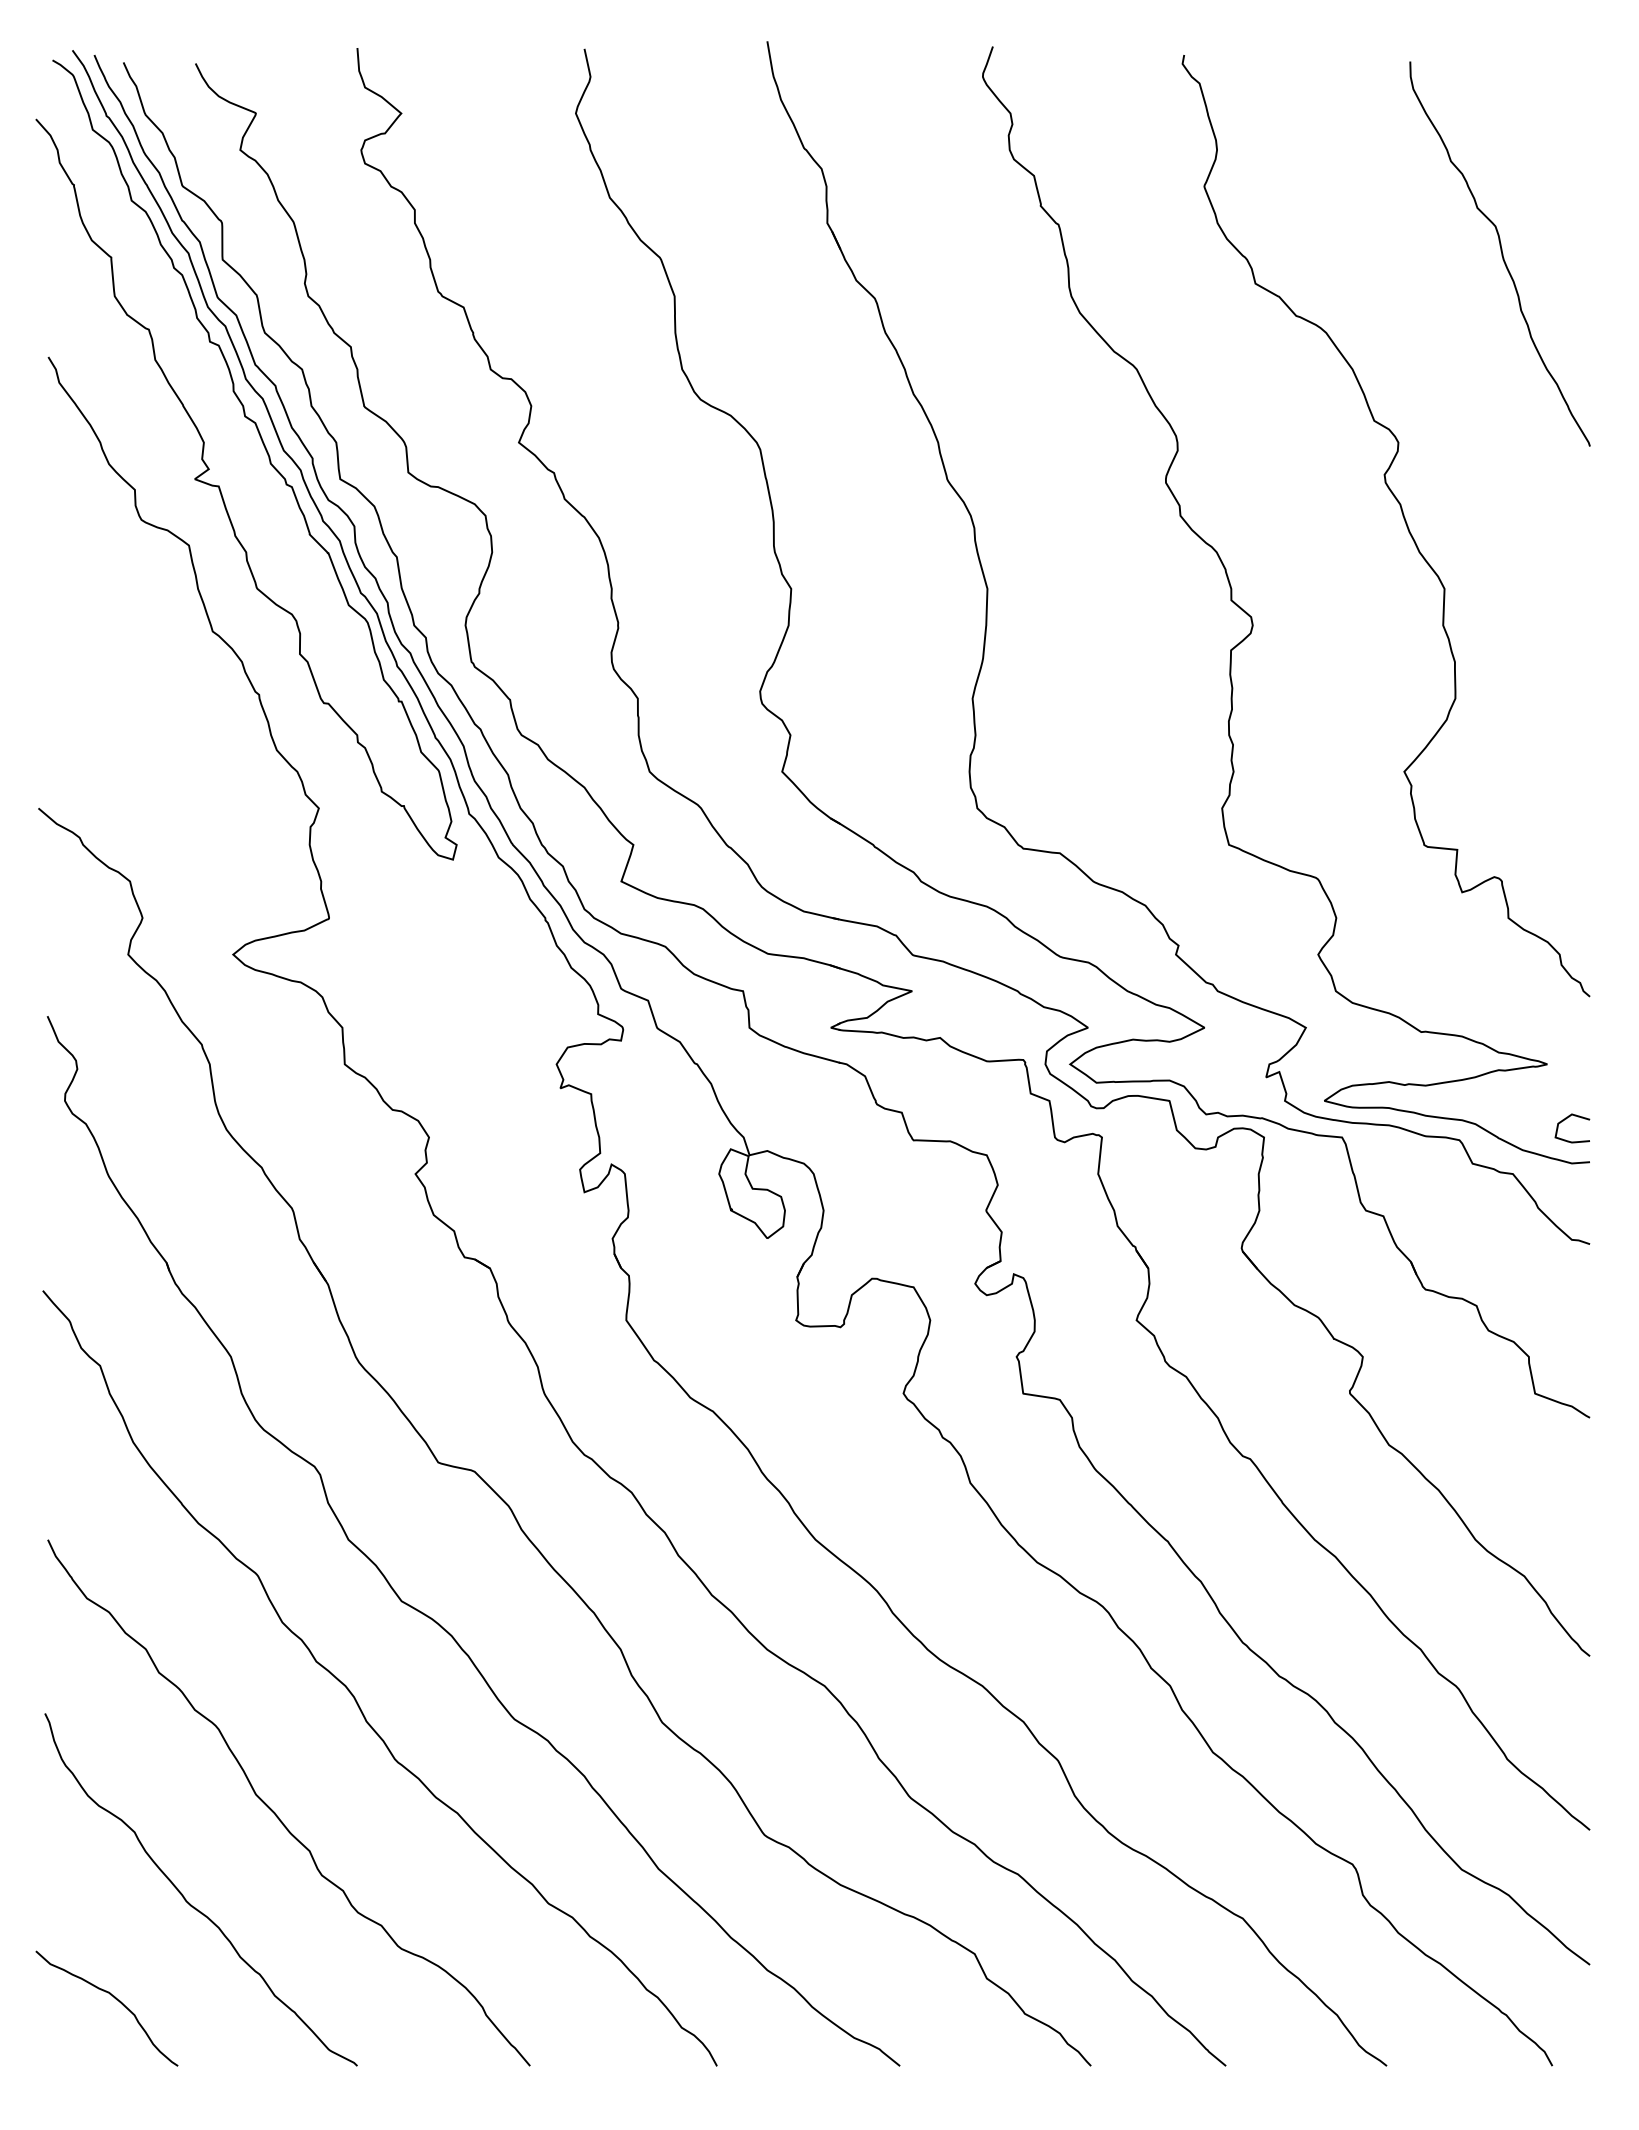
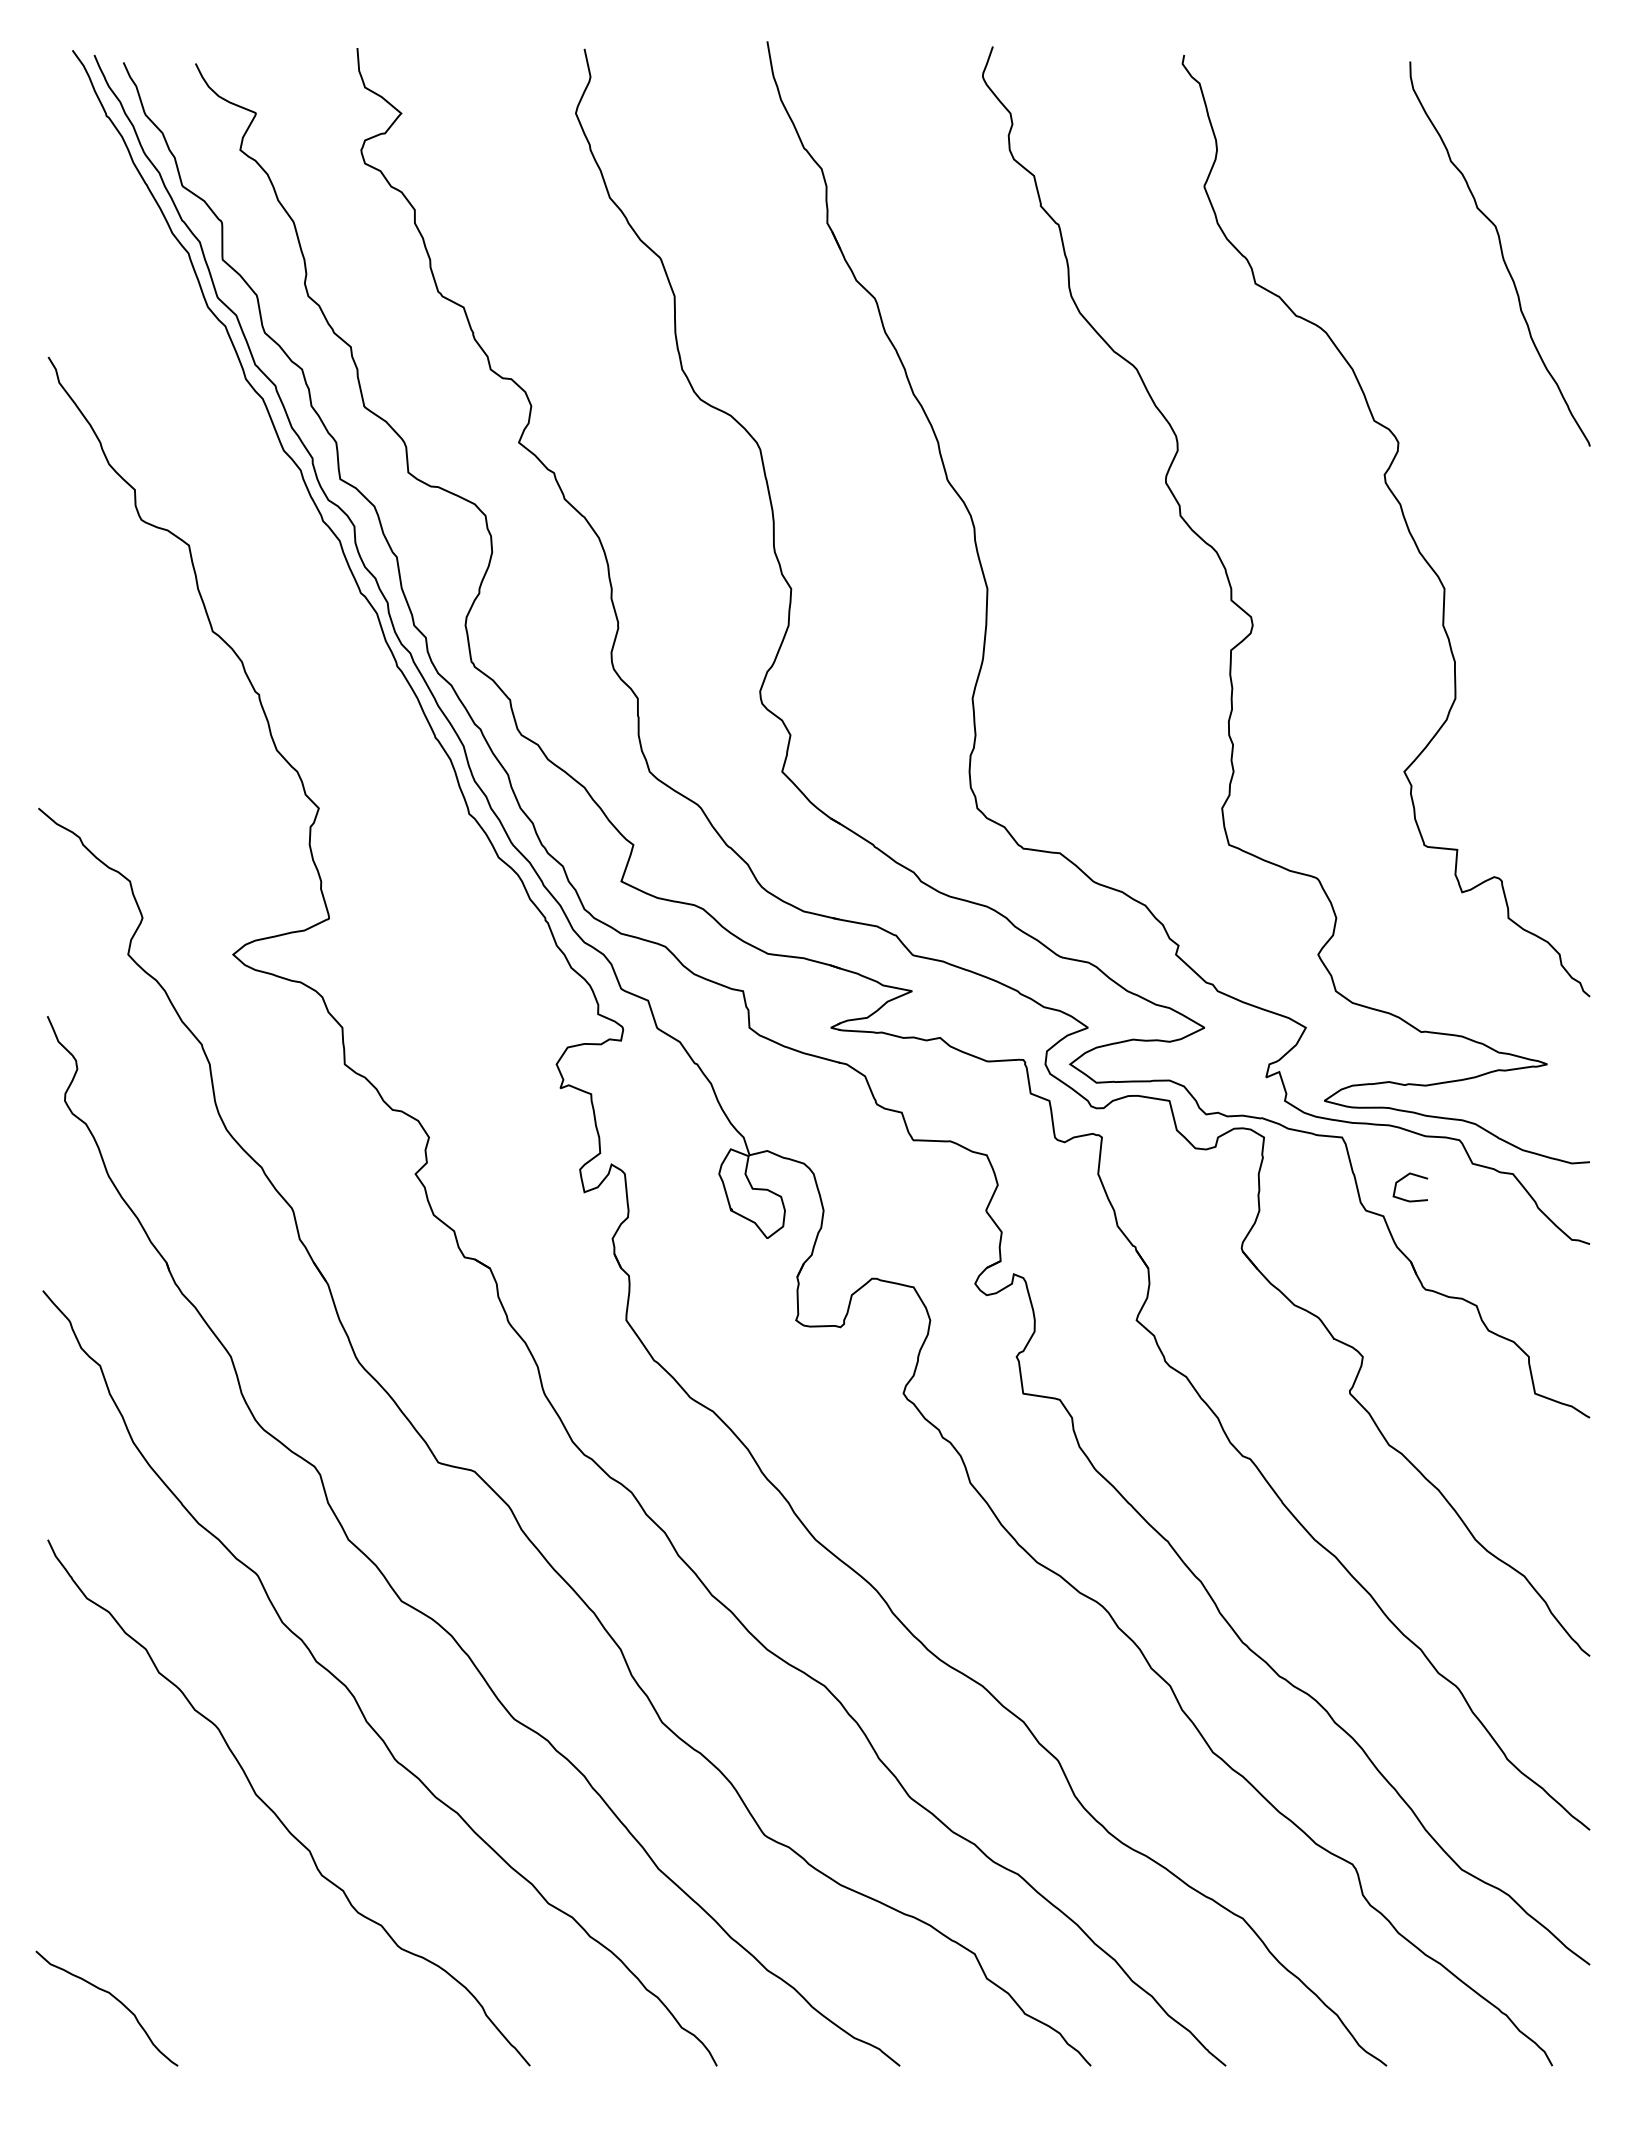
curve at (266, 453): present -> none
curve at (1566, 1119) position: (1566, 1119) -> (1404, 1178)
curve at (188, 1901): present -> none
